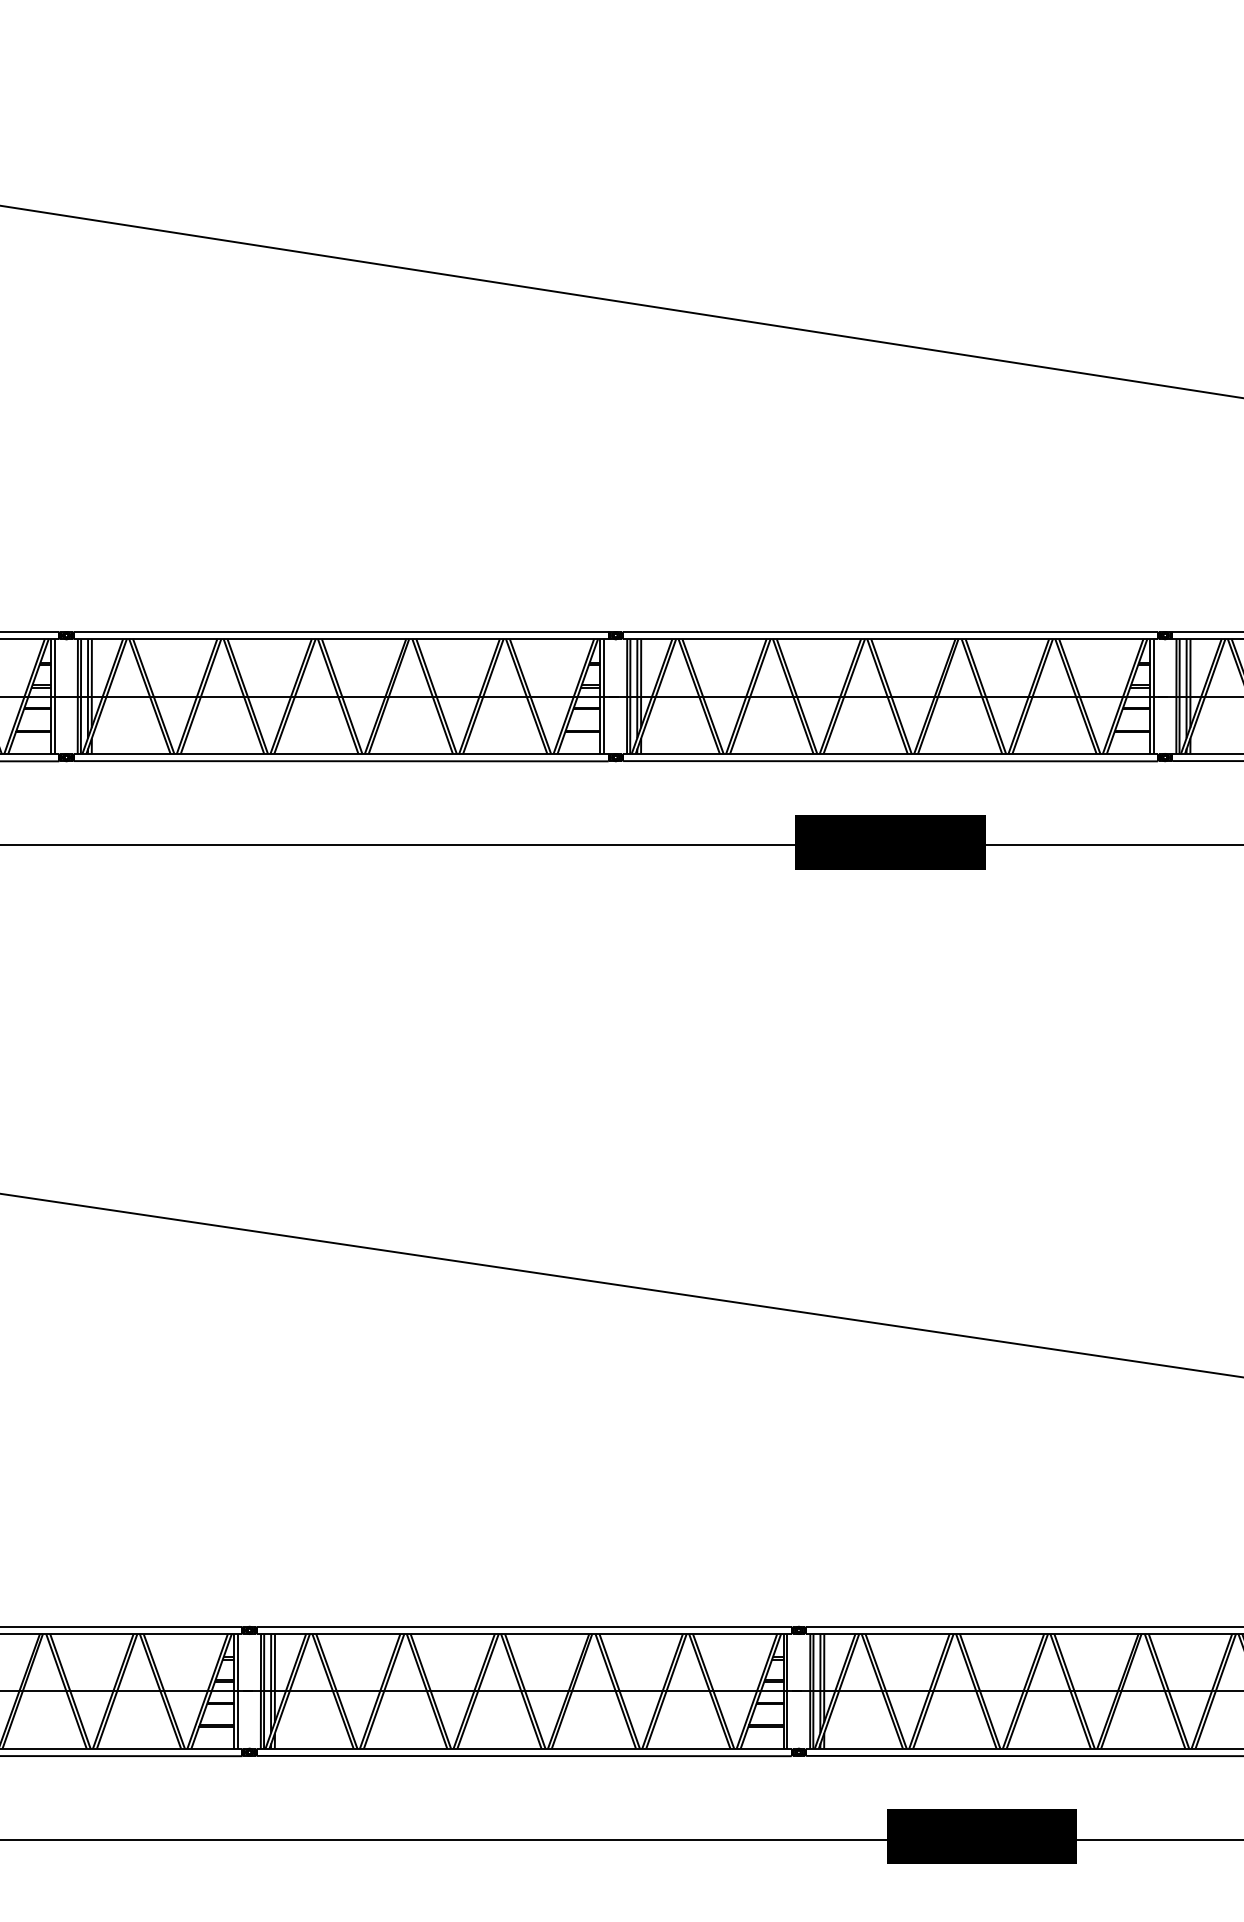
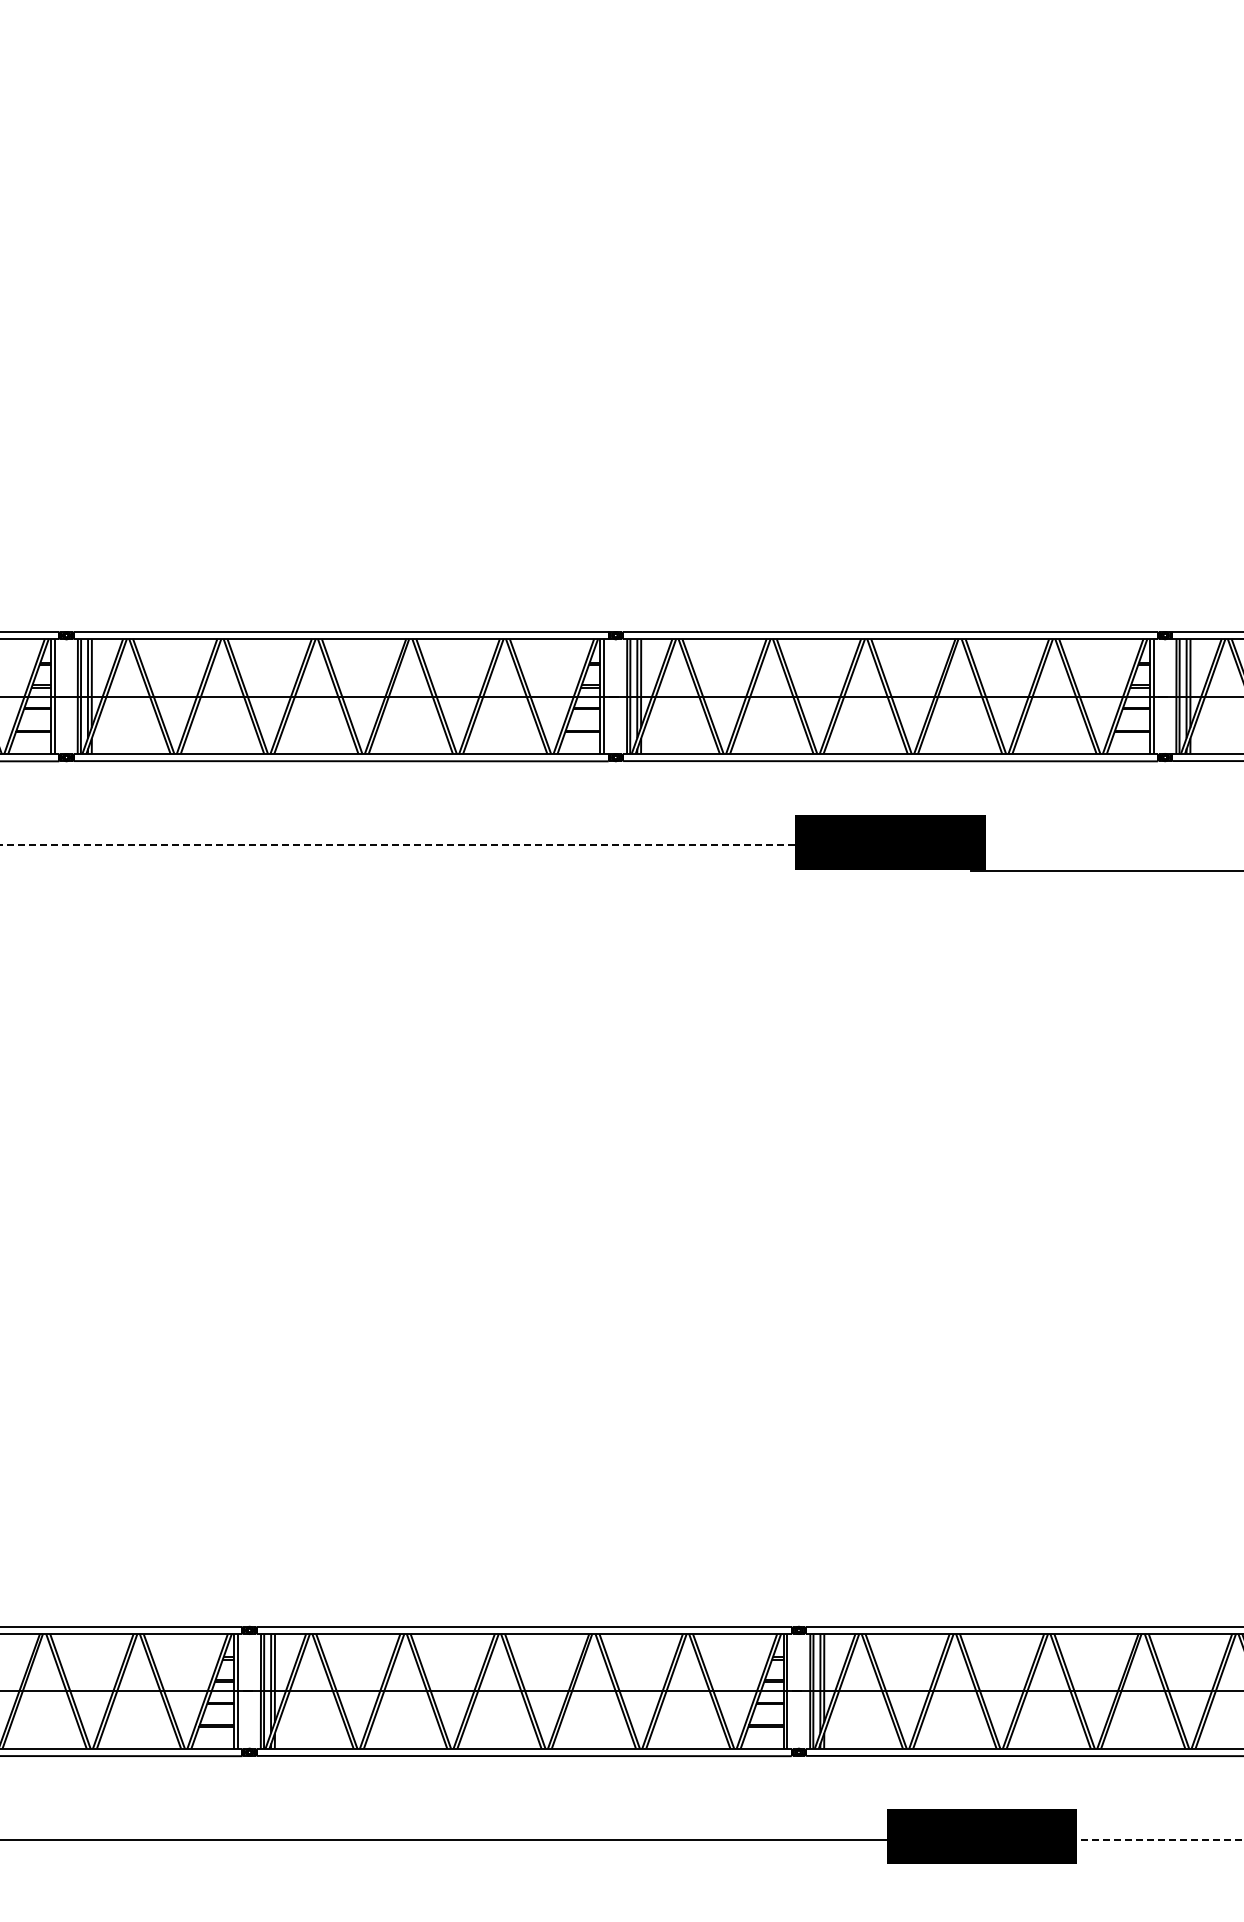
line at (621, 301): present -> none
line at (405, 845): solid -> dashed
line at (1105, 845) position: (1105, 845) -> (1105, 871)
line at (621, 1285): present -> none
line at (1152, 1840): solid -> dashed
